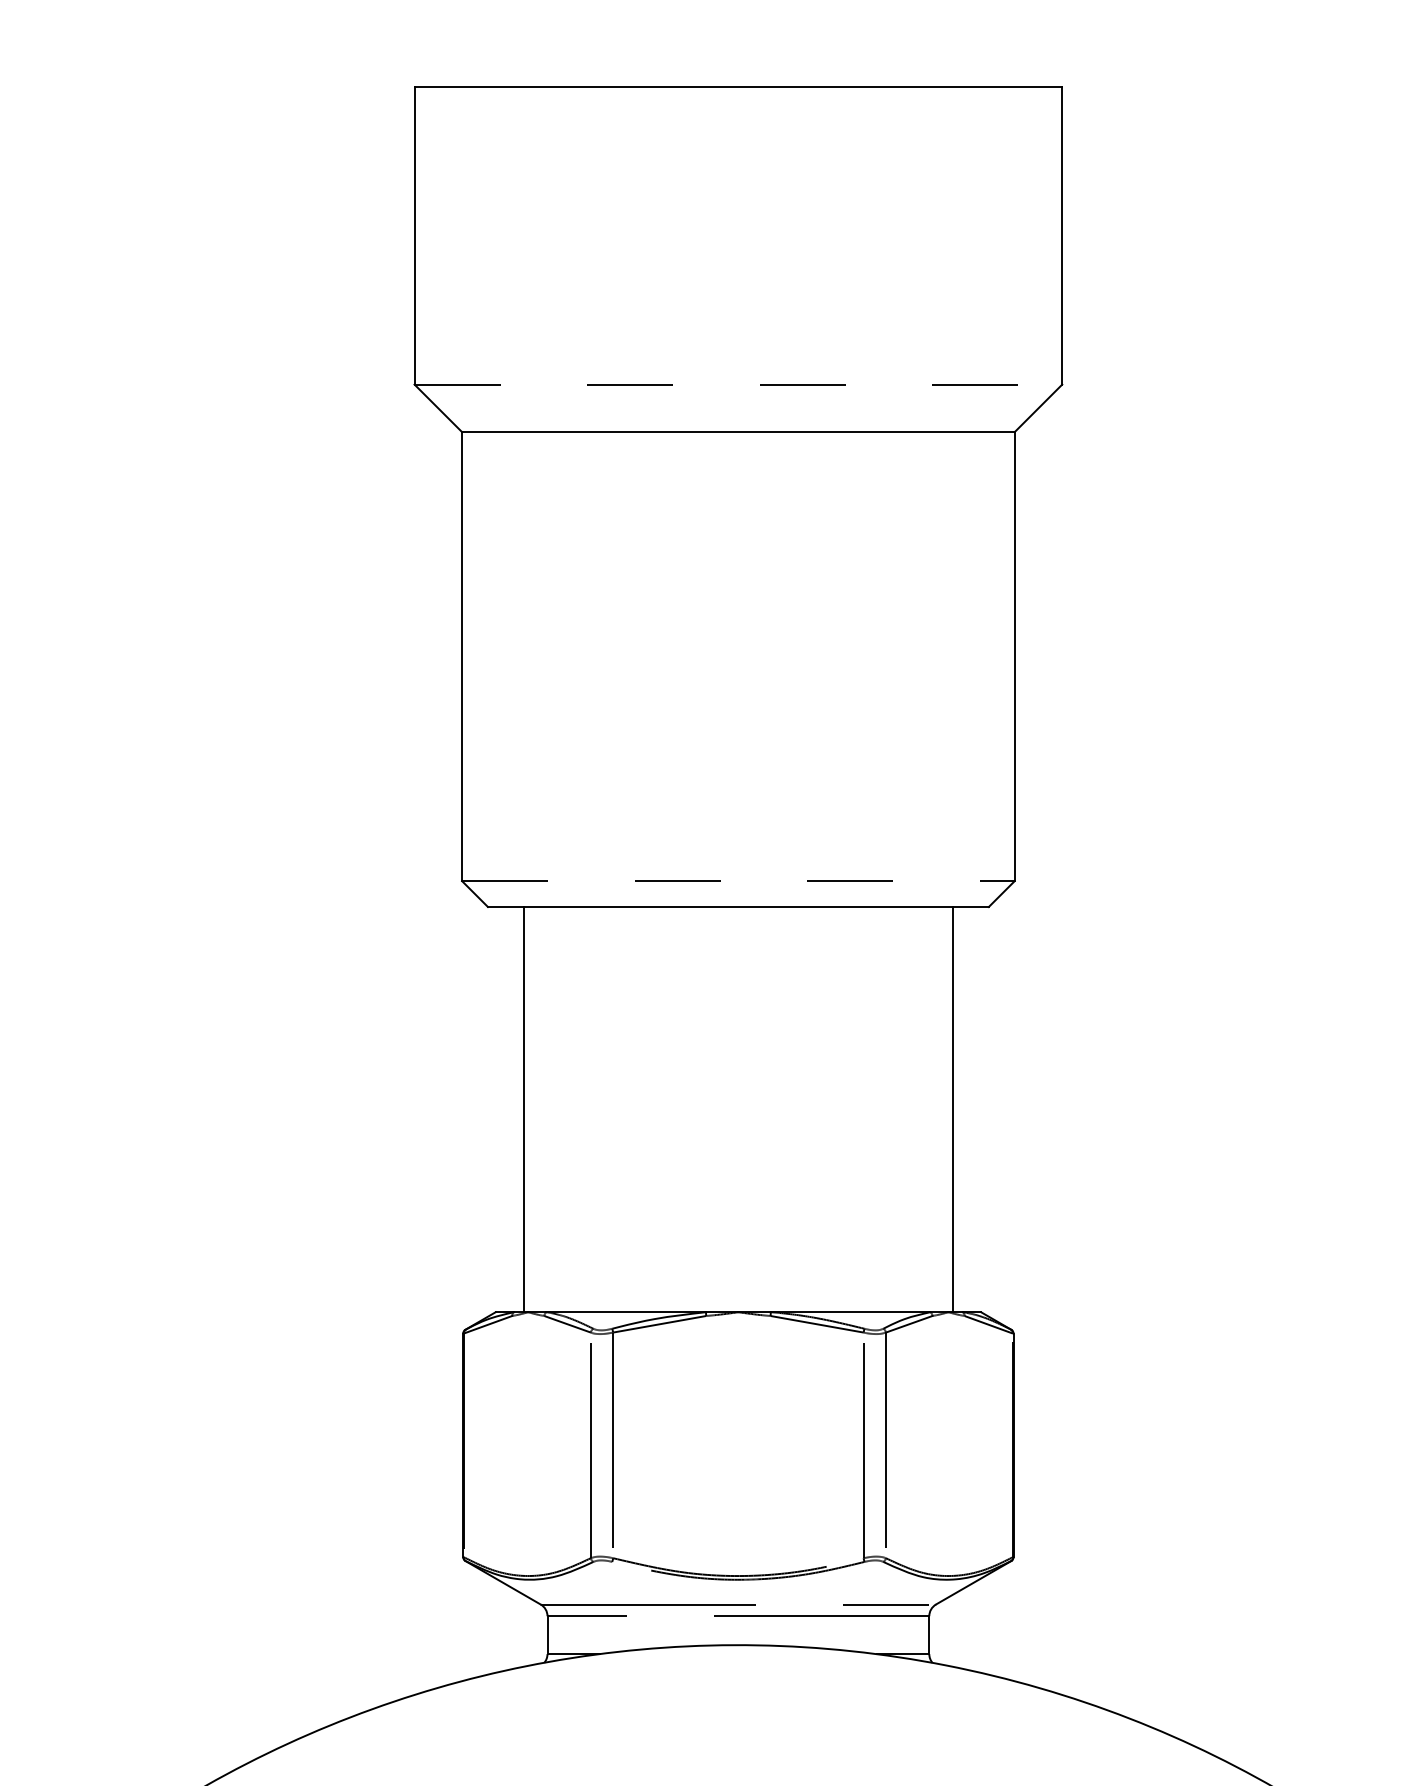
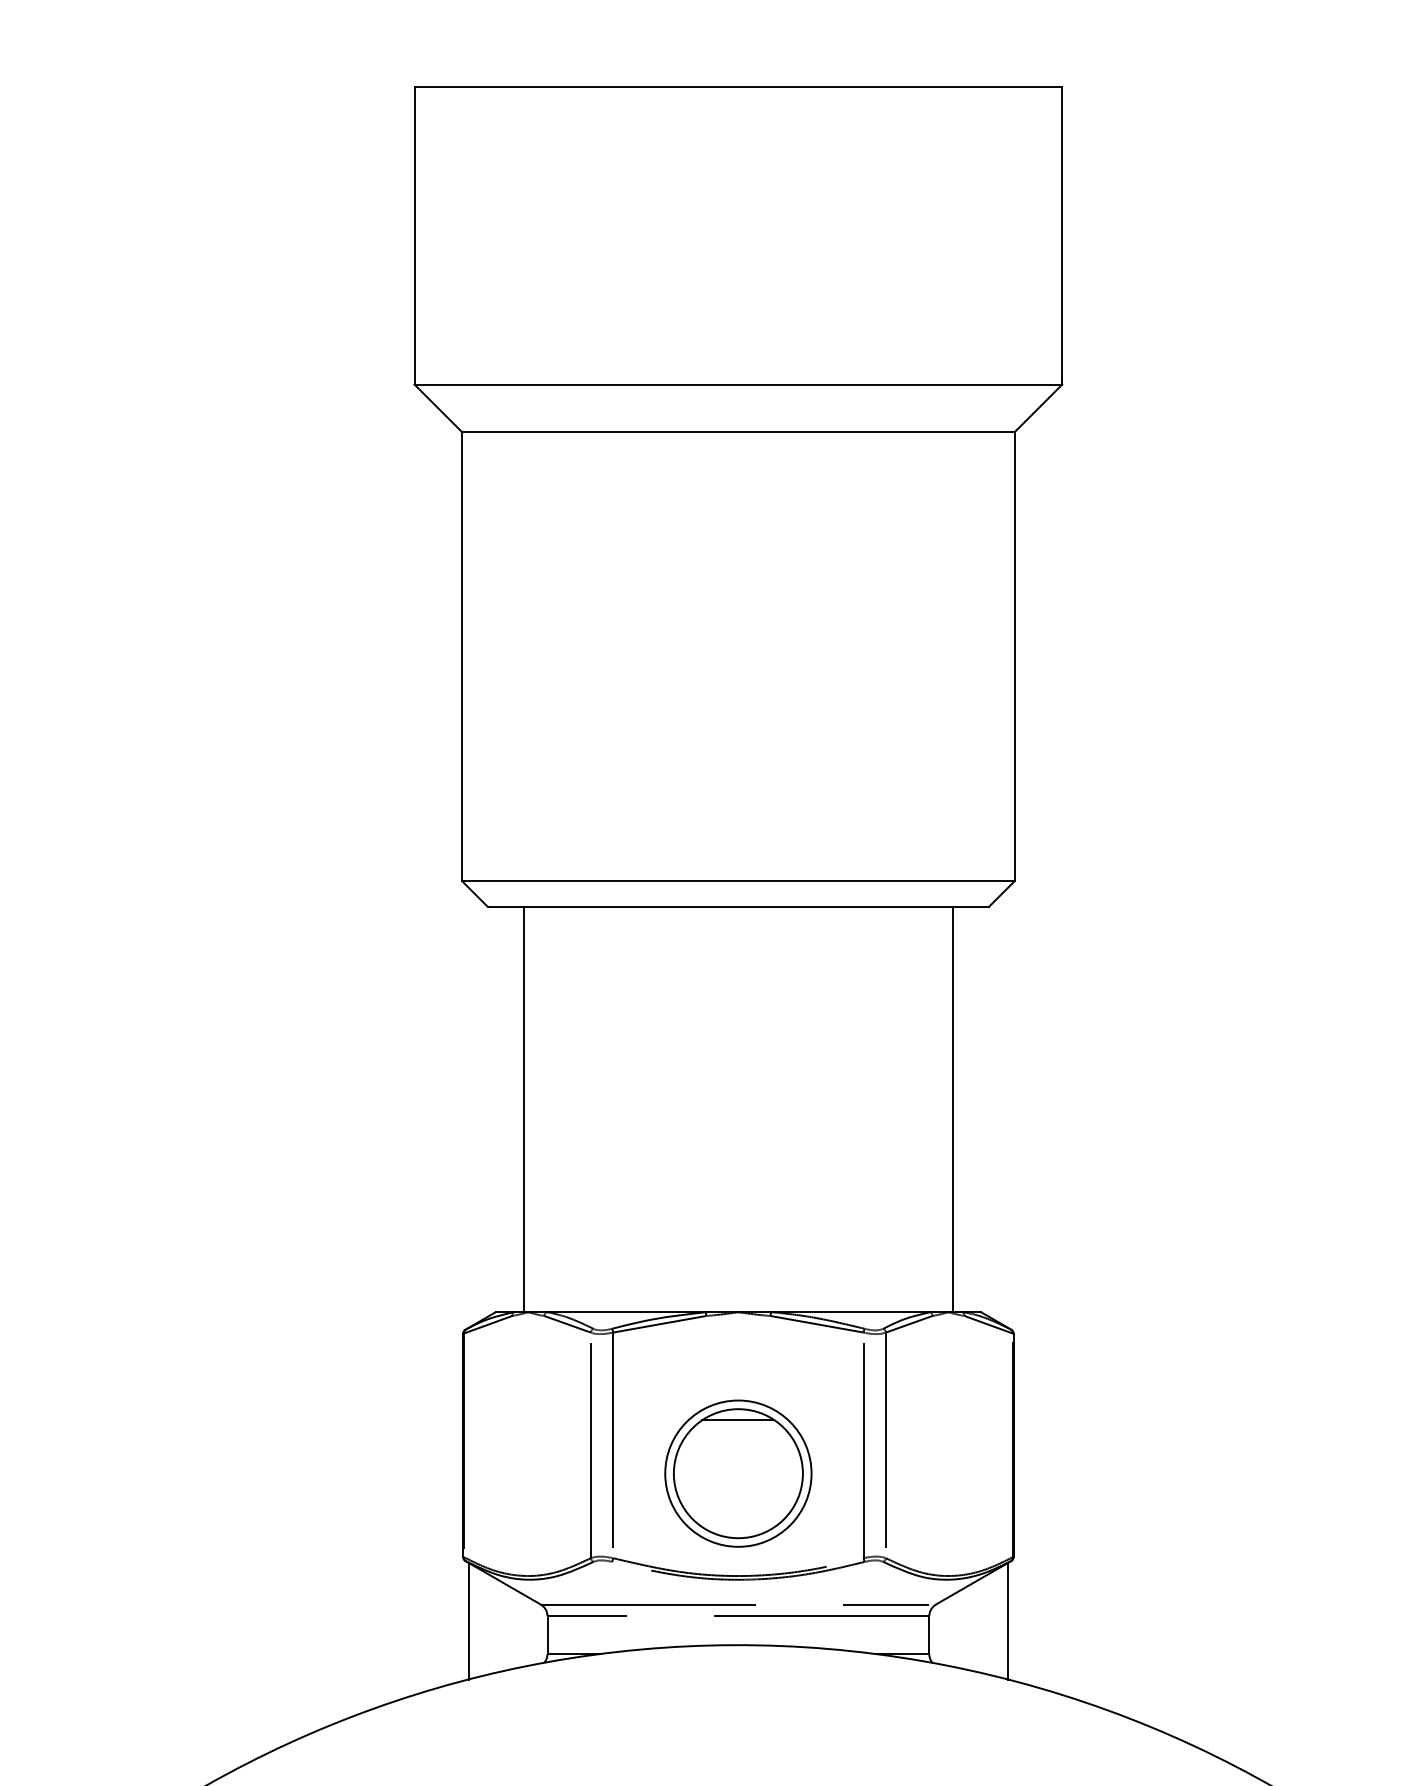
line at (738, 384): dashed -> solid
line at (738, 881): dashed -> solid
part at (738, 1473): none -> present
line at (468, 1620): none -> present
line at (1008, 1620): none -> present
